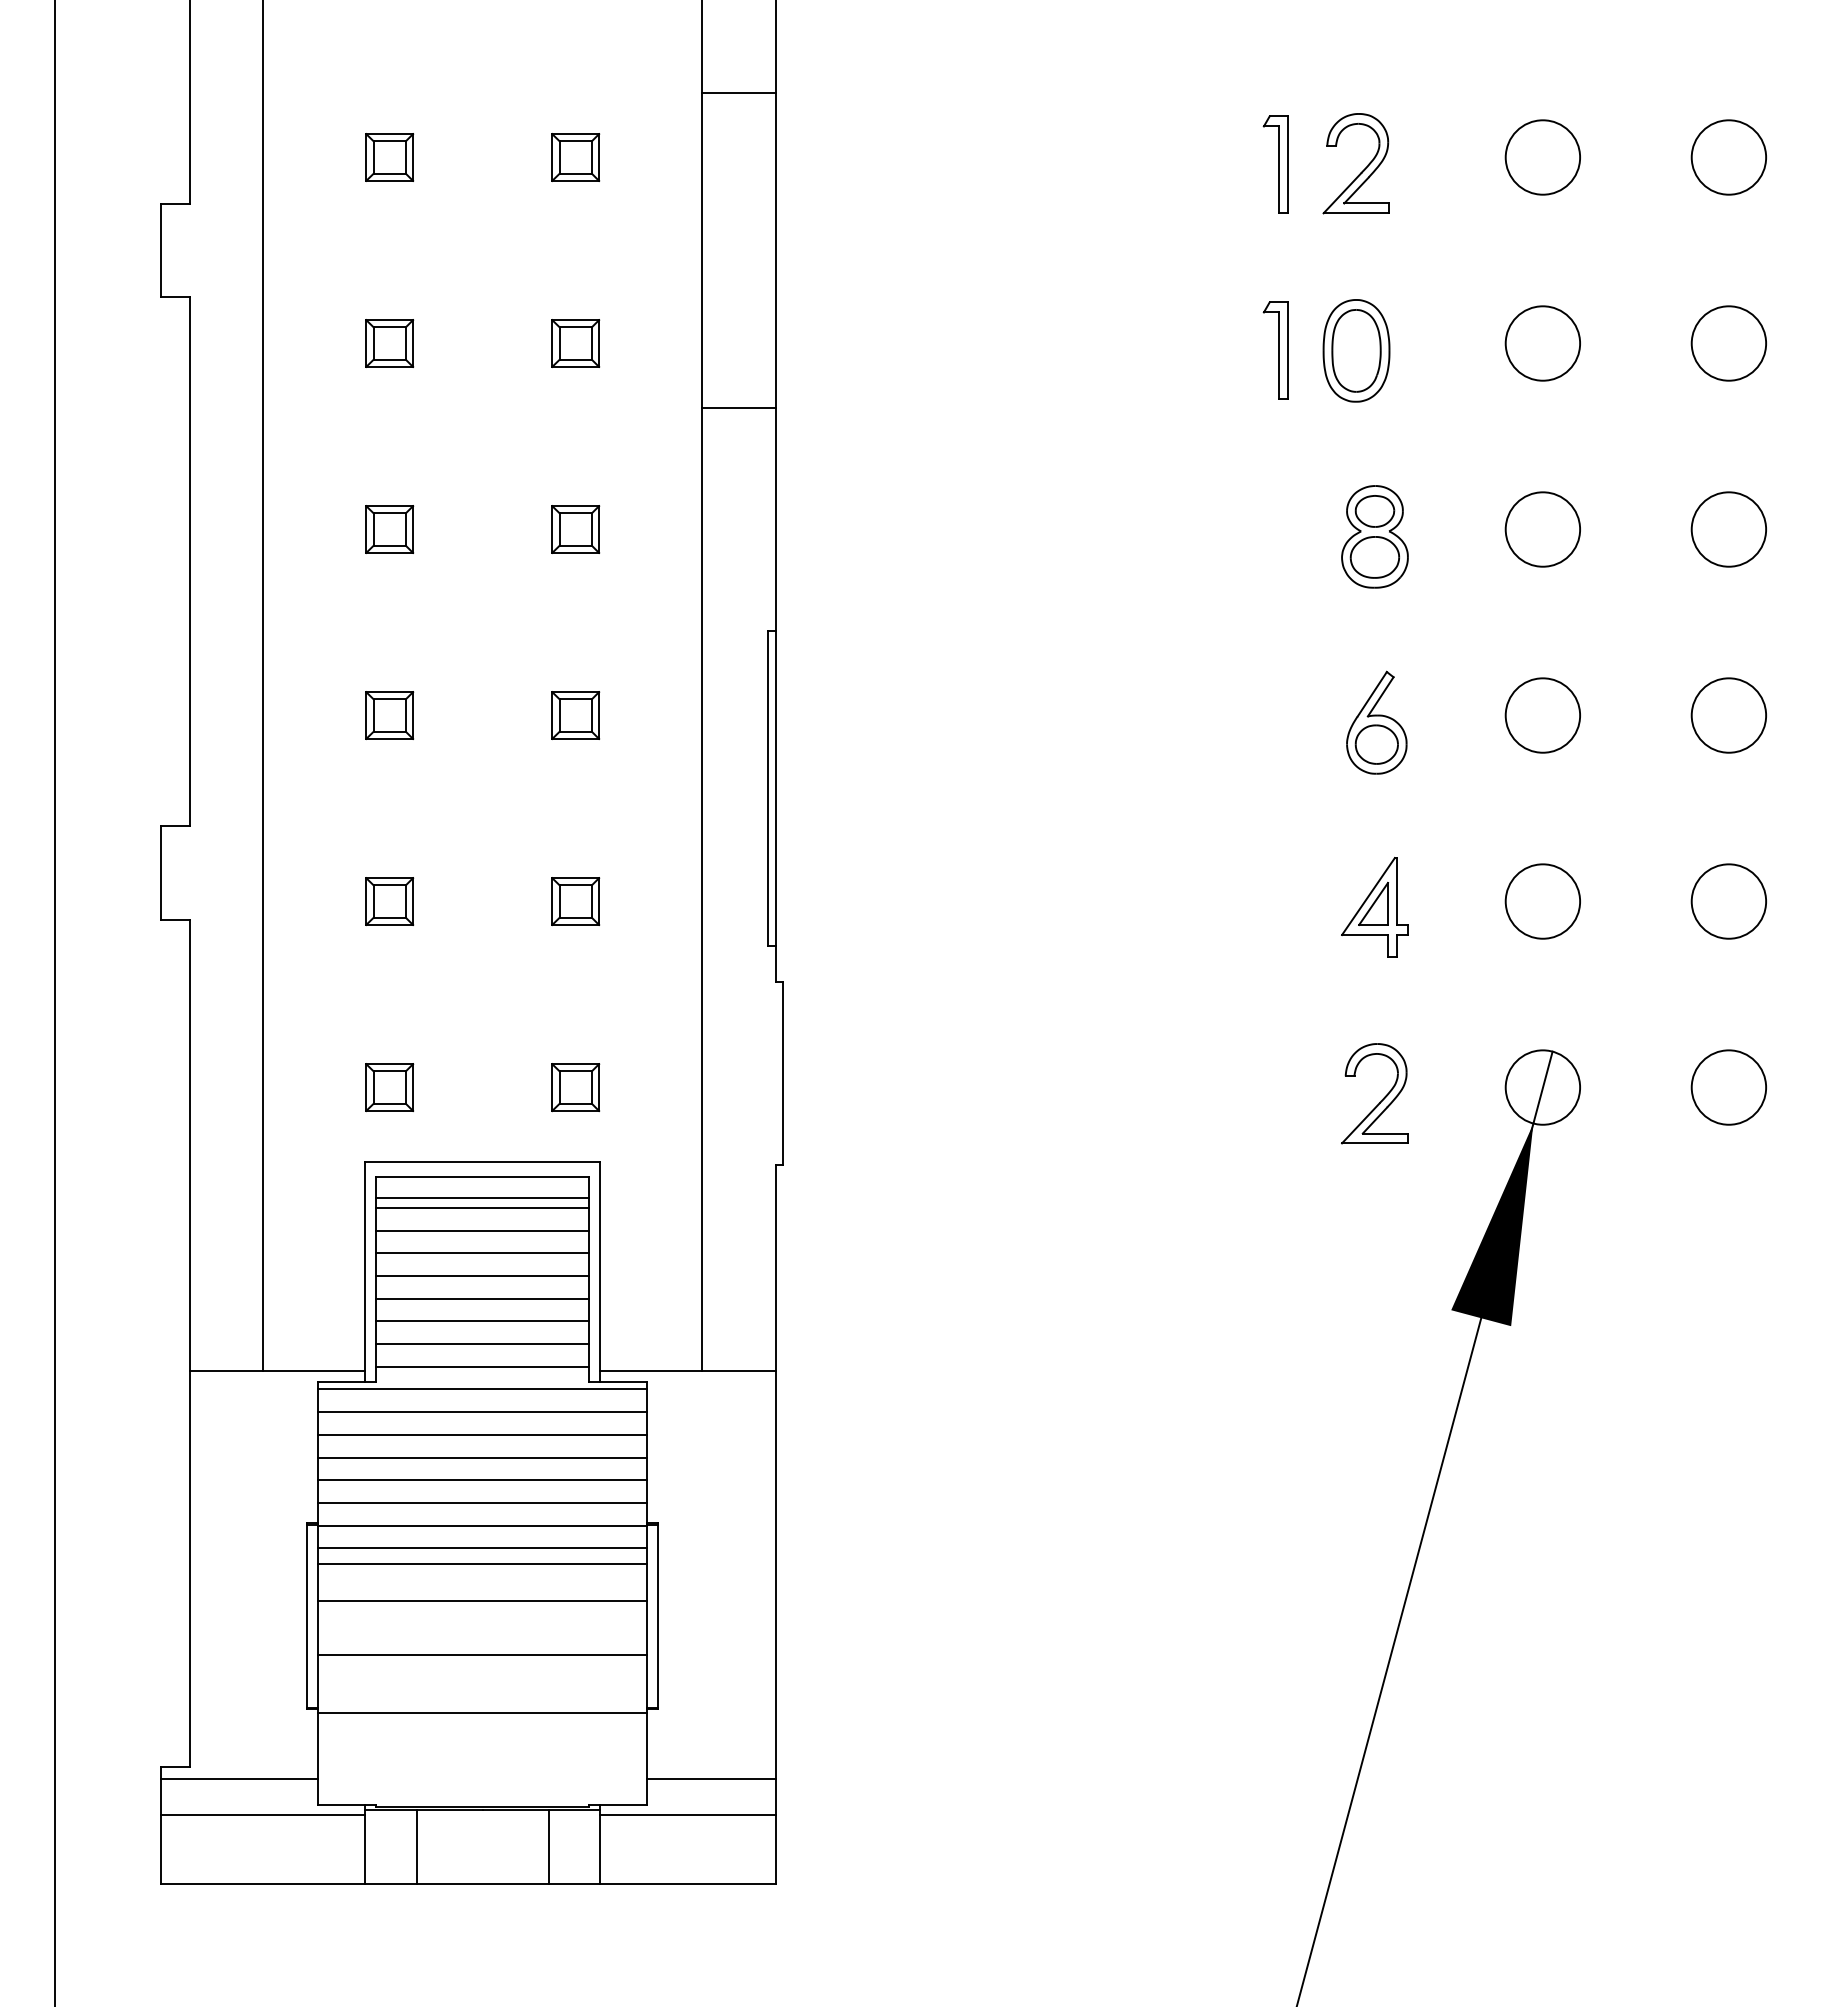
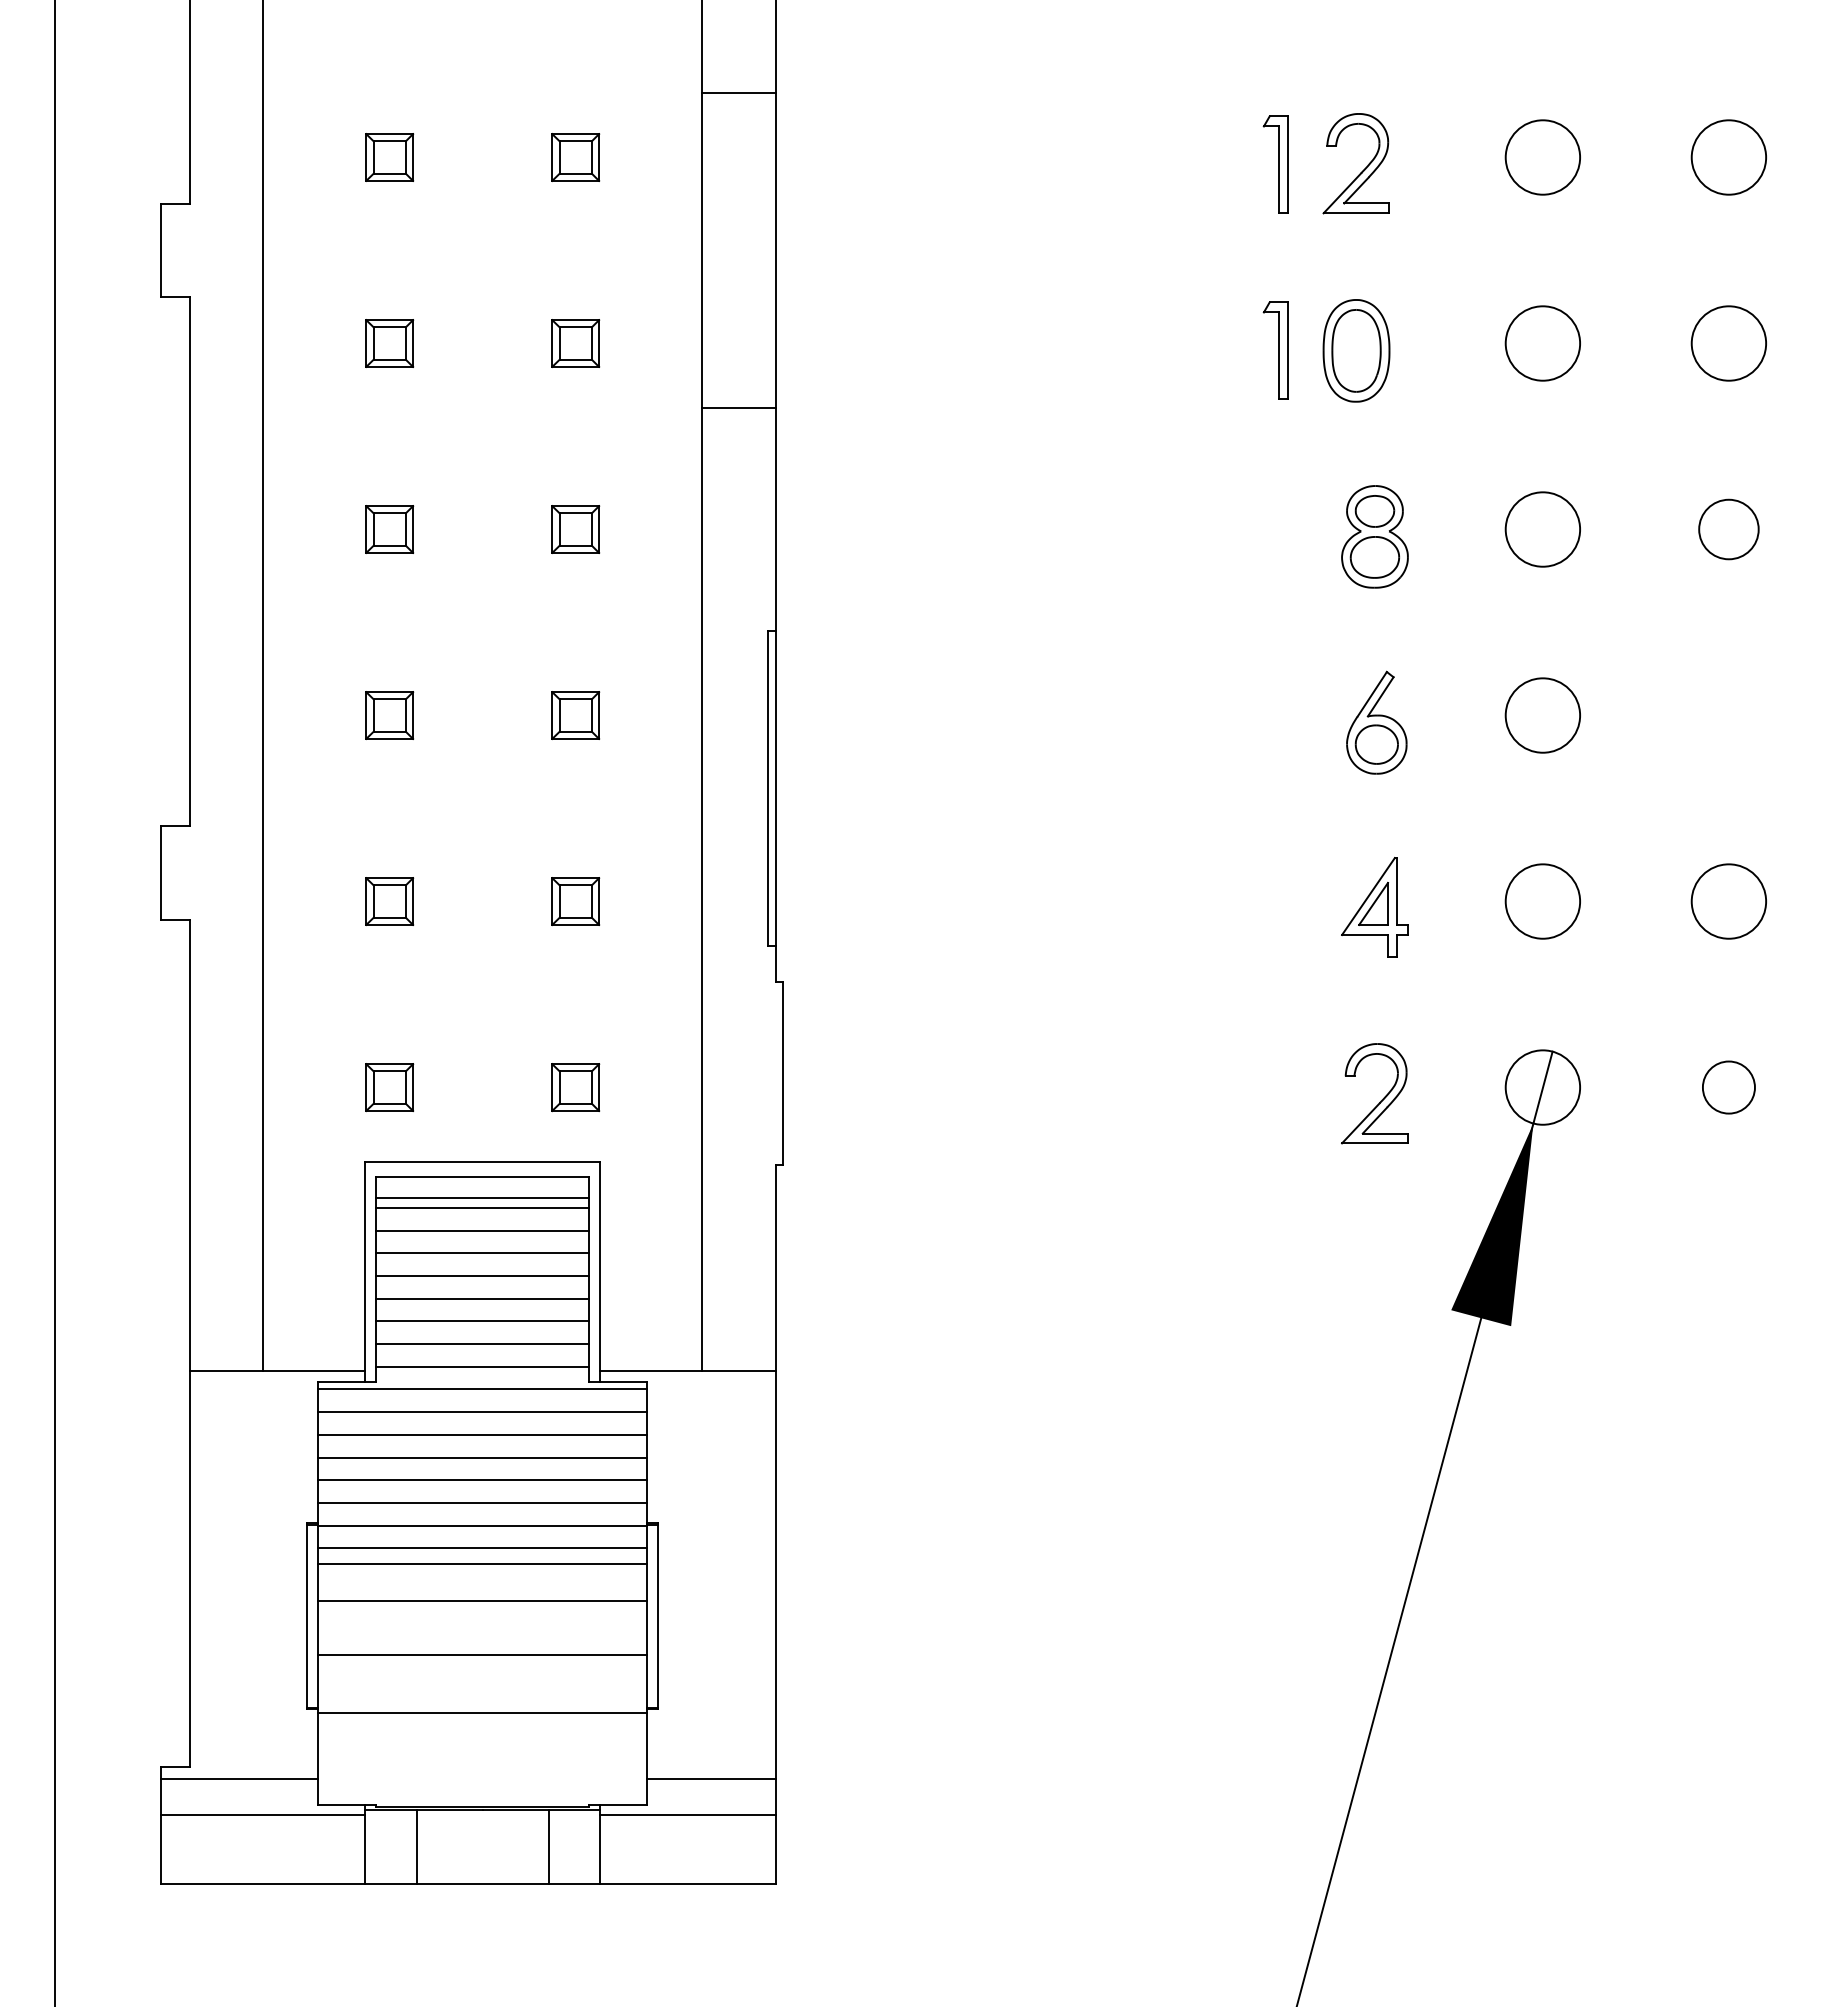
circle at (1728, 529) diameter: 74 px -> 60 px
circle at (1728, 715): present -> none
circle at (1728, 1087) diameter: 74 px -> 52 px
